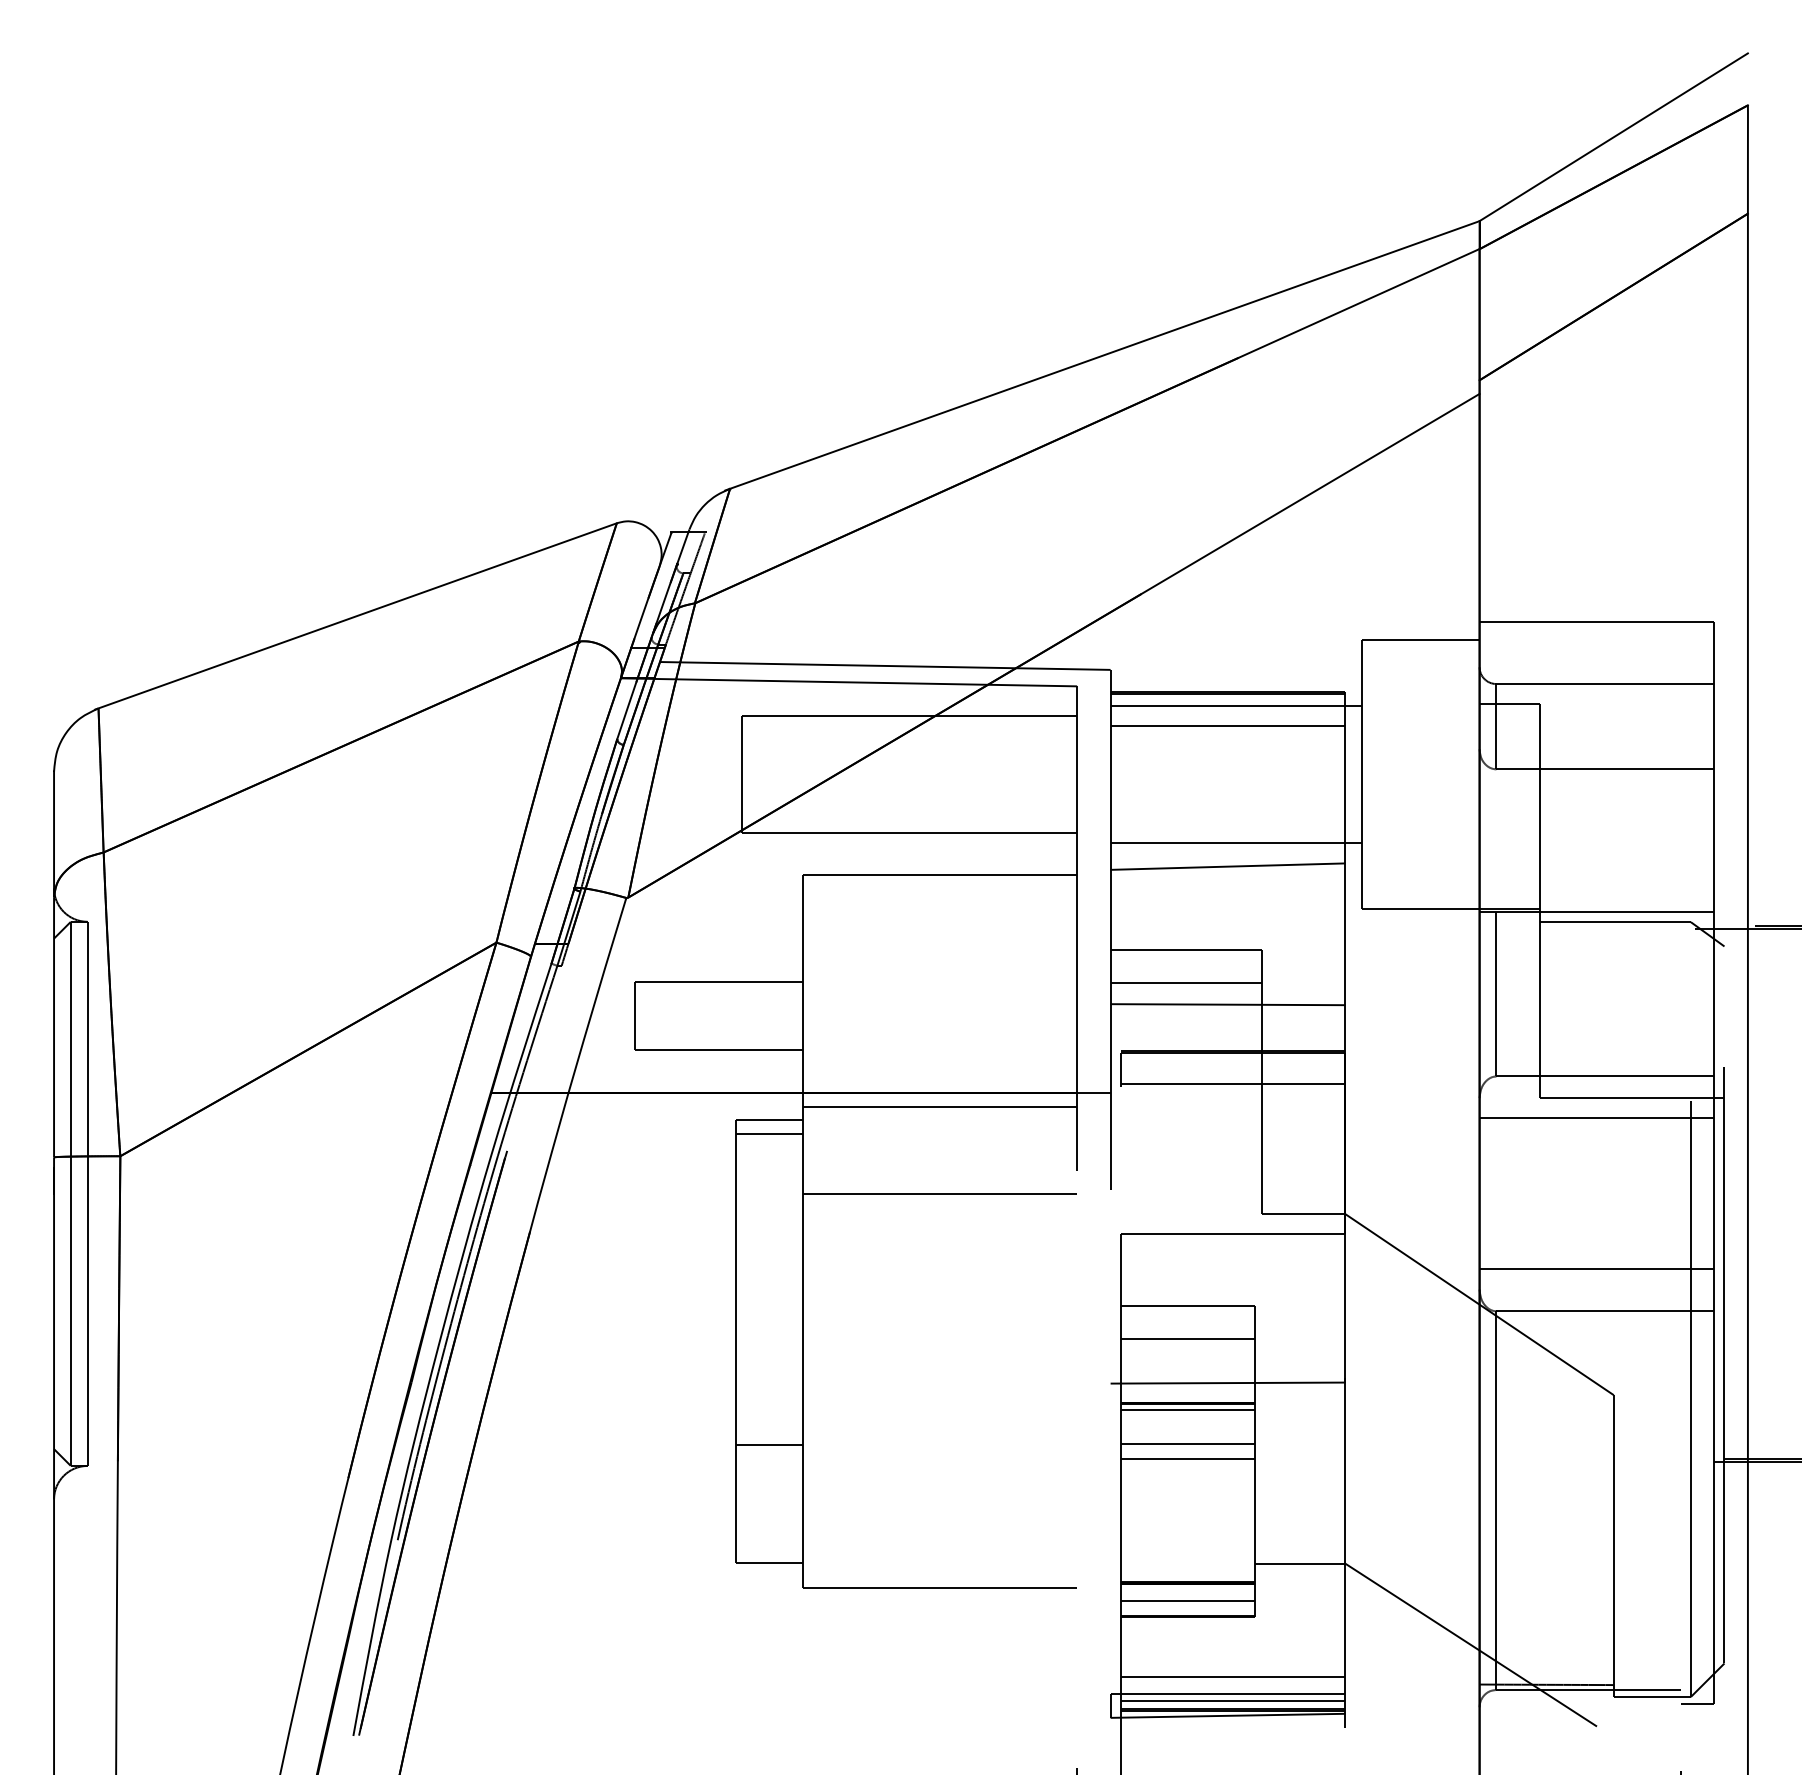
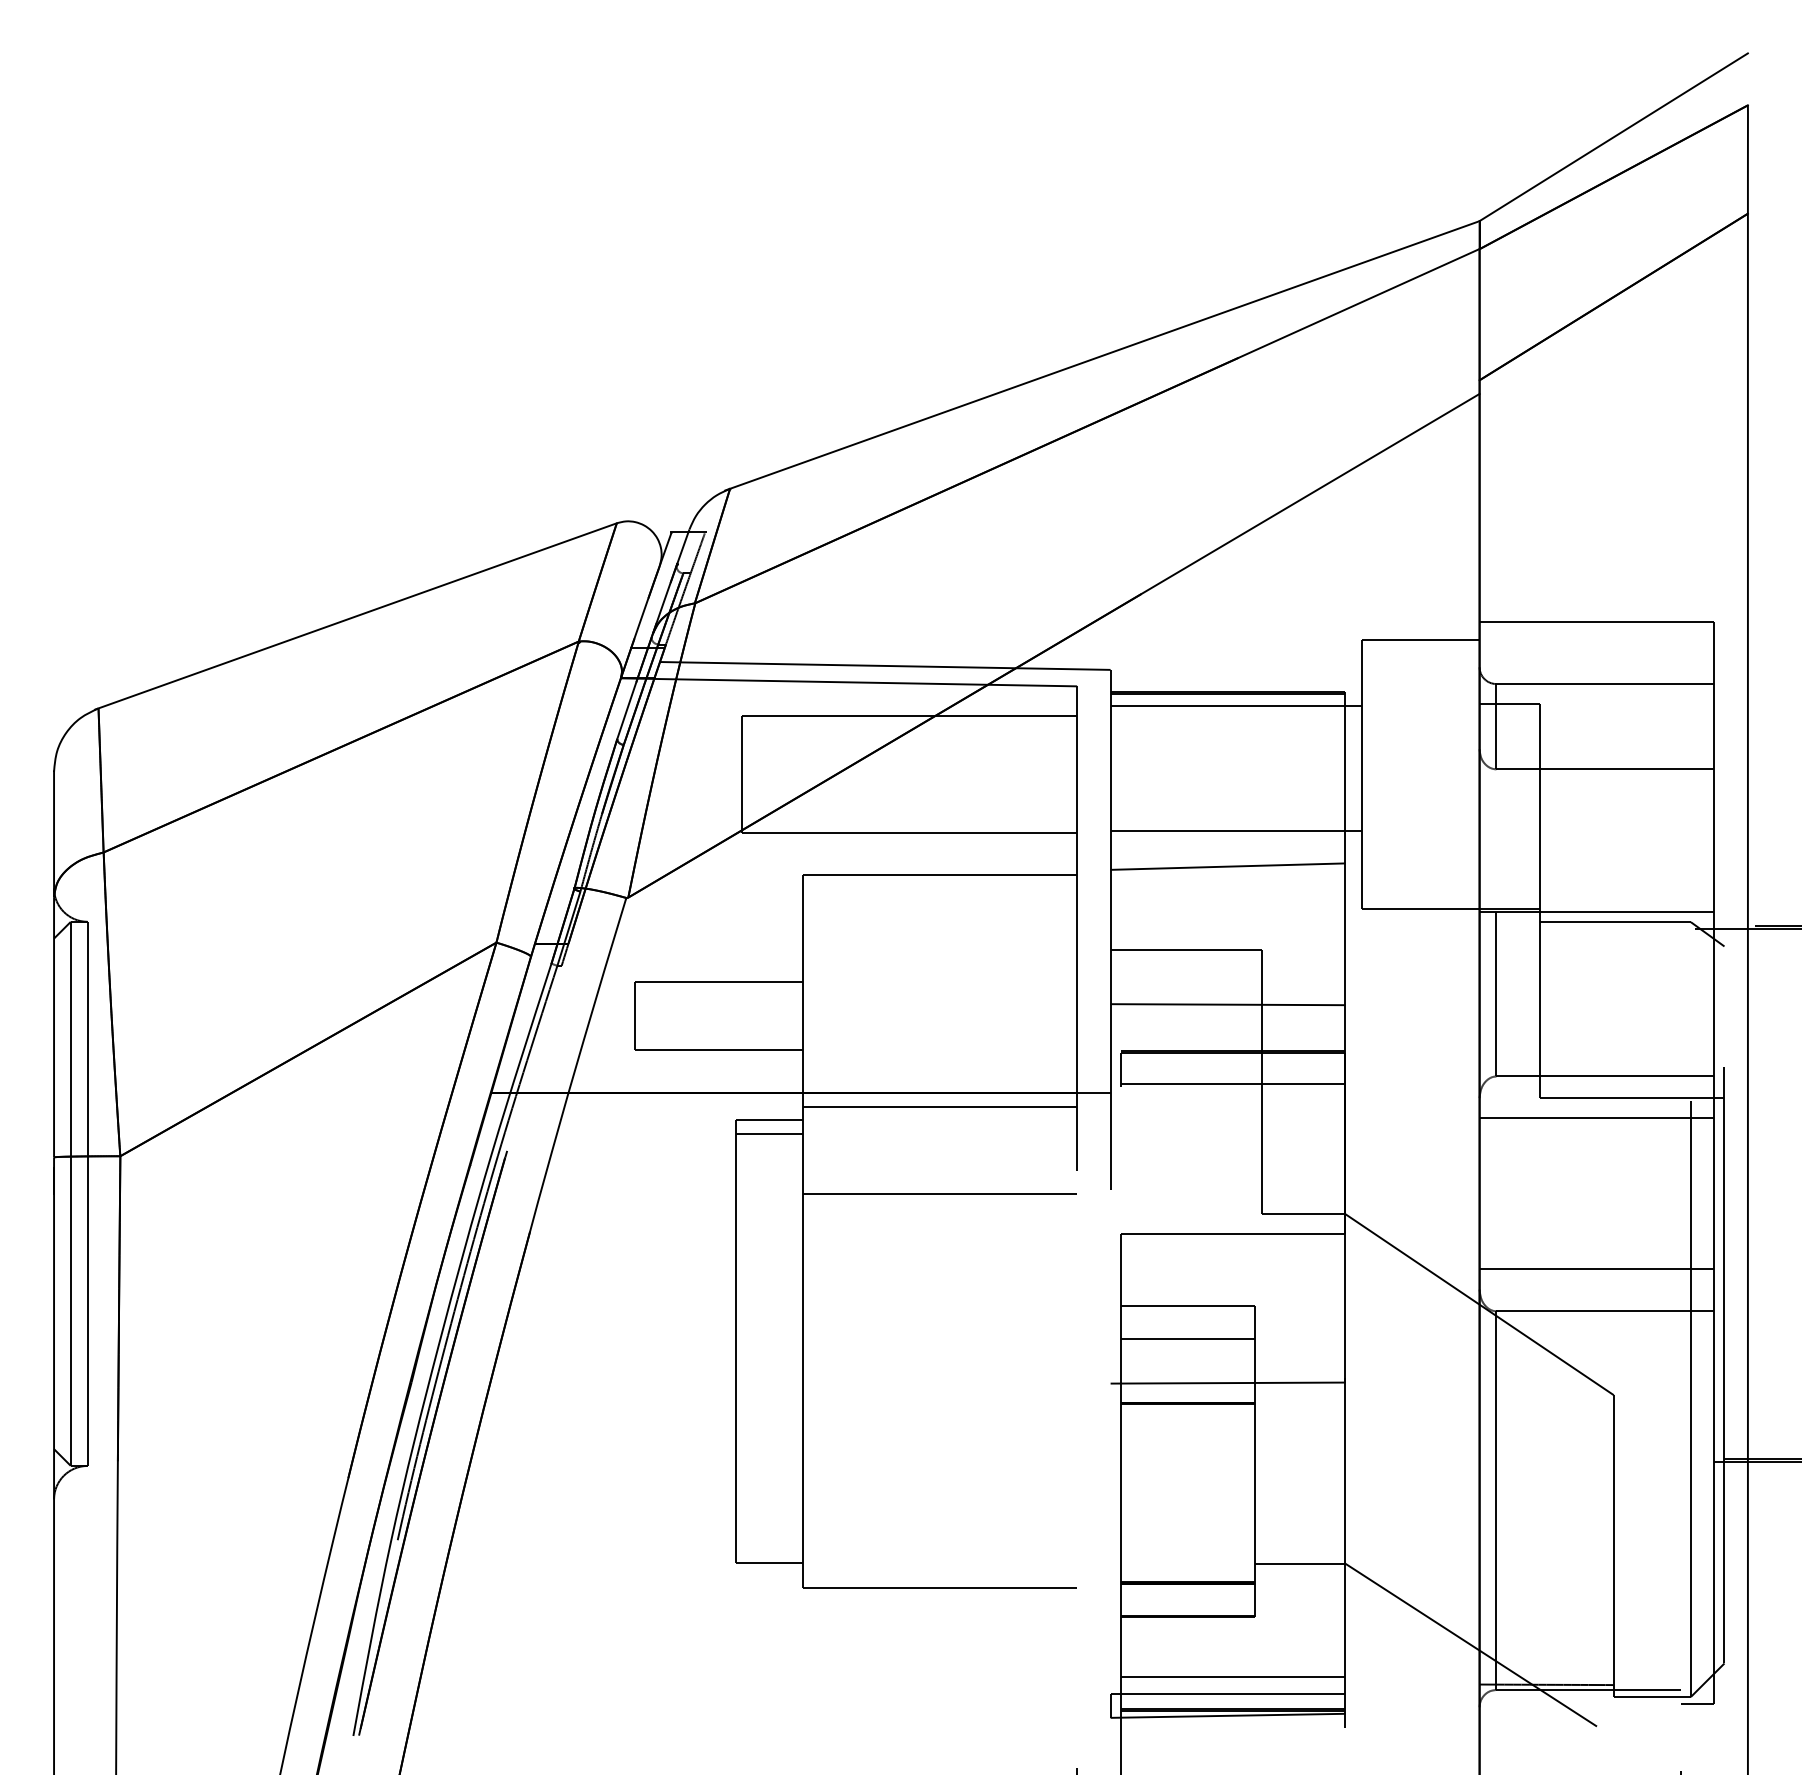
line at (1227, 726): present -> none
line at (1236, 843) position: (1236, 843) -> (1236, 831)
line at (1185, 983): present -> none
line at (1187, 1409): present -> none
line at (1187, 1444): present -> none
line at (769, 1445): present -> none
line at (1187, 1458): present -> none
line at (1187, 1601): present -> none
line at (1232, 1700): present -> none
